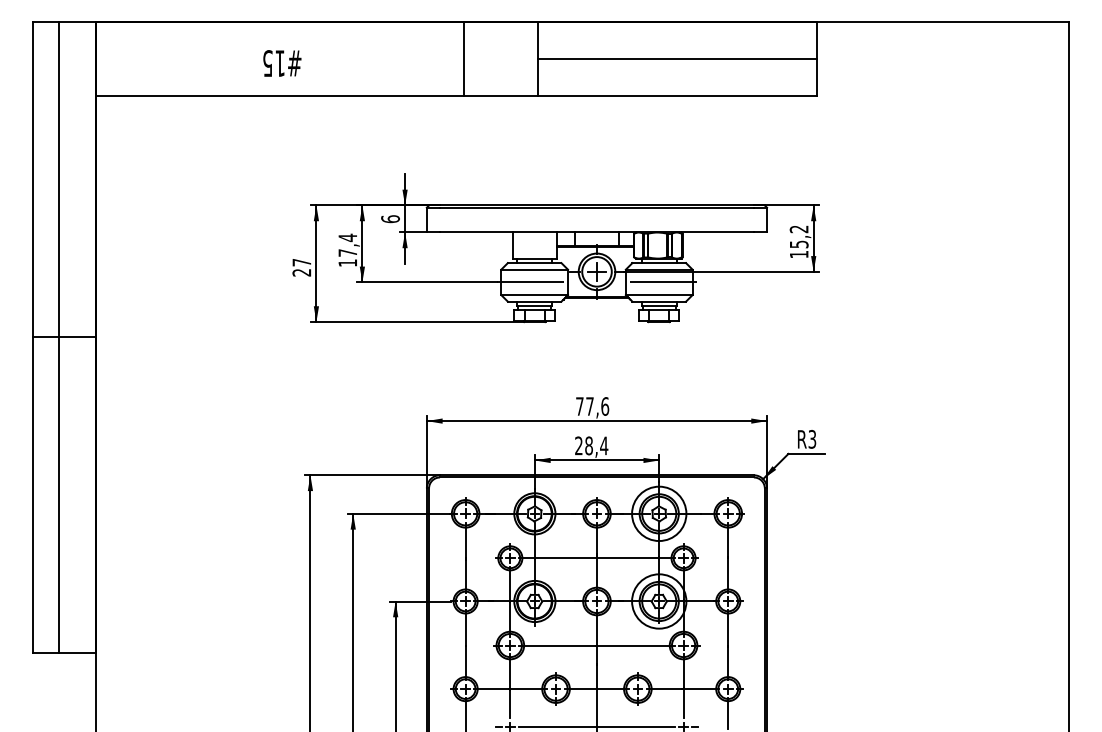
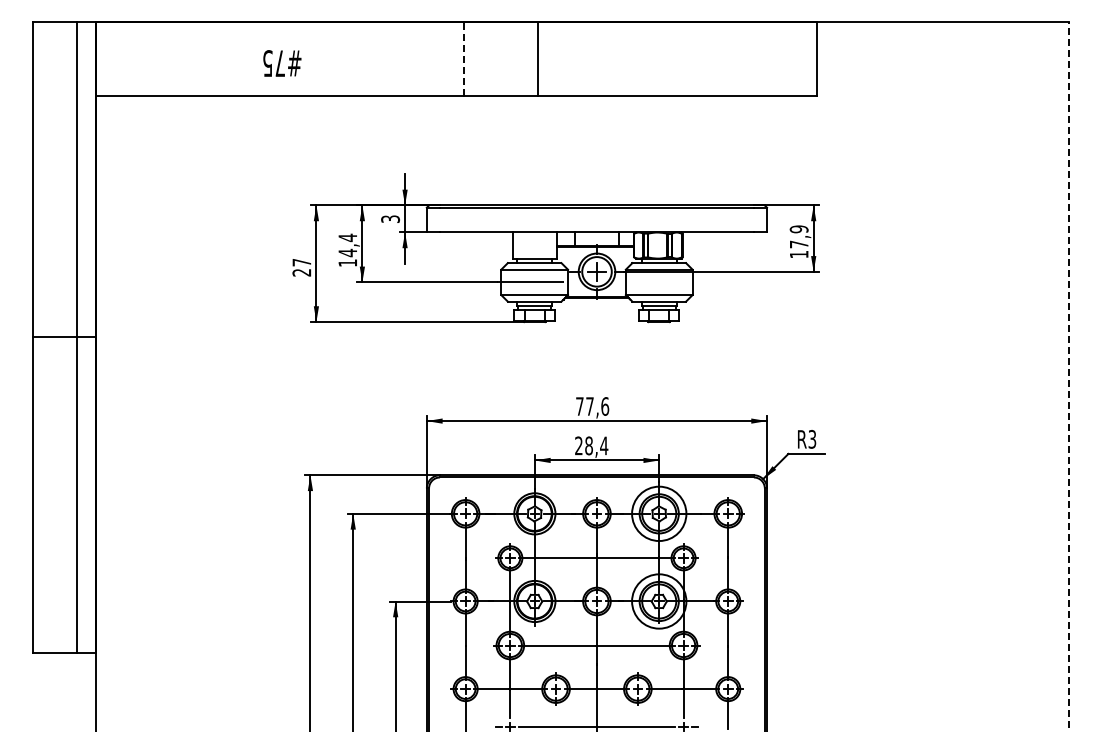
line at (464, 58): solid -> dashed
line at (676, 58): present -> none
text at (279, 63): #15 -> #75
text at (390, 219): 6 -> 3
text at (798, 236): 15,2 -> 17,9
text at (347, 252): 17,4 -> 14,4
line at (658, 282): present -> none
line at (59, 336) position: (59, 336) -> (77, 336)
line at (1068, 376): solid -> dashed
